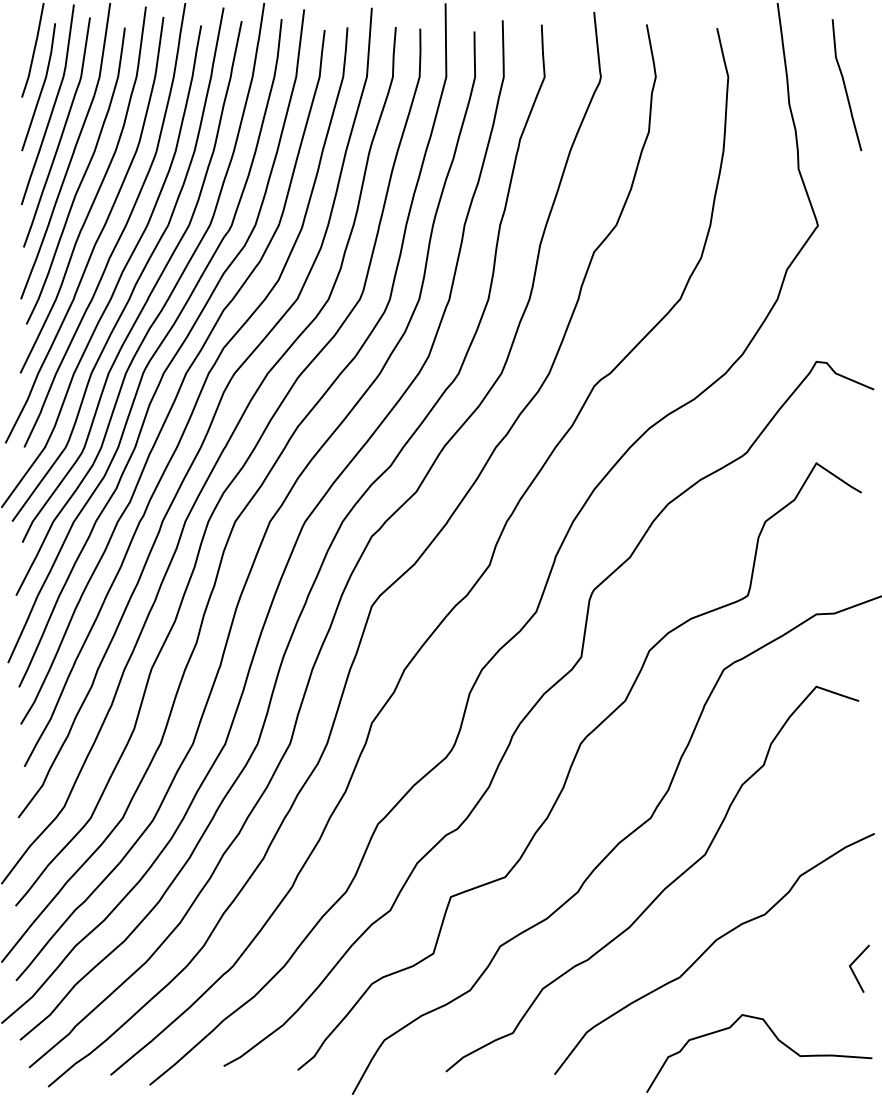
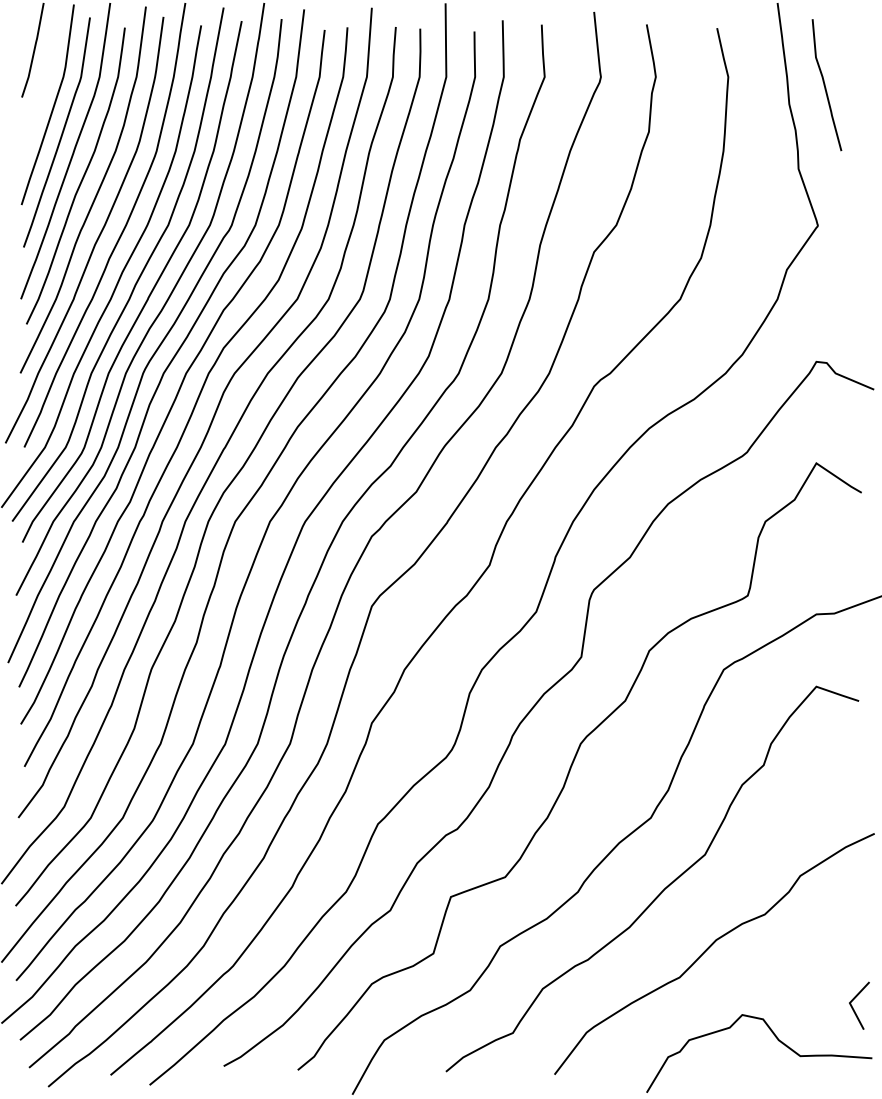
curve at (845, 85) position: (845, 85) -> (825, 85)
curve at (41, 87): present -> none
line at (853, 970) position: (853, 970) -> (853, 1007)
